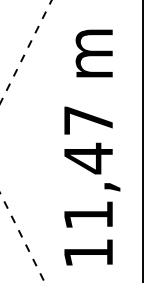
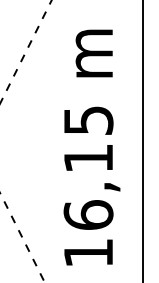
text at (88, 167): 11,47 -> 16,15
